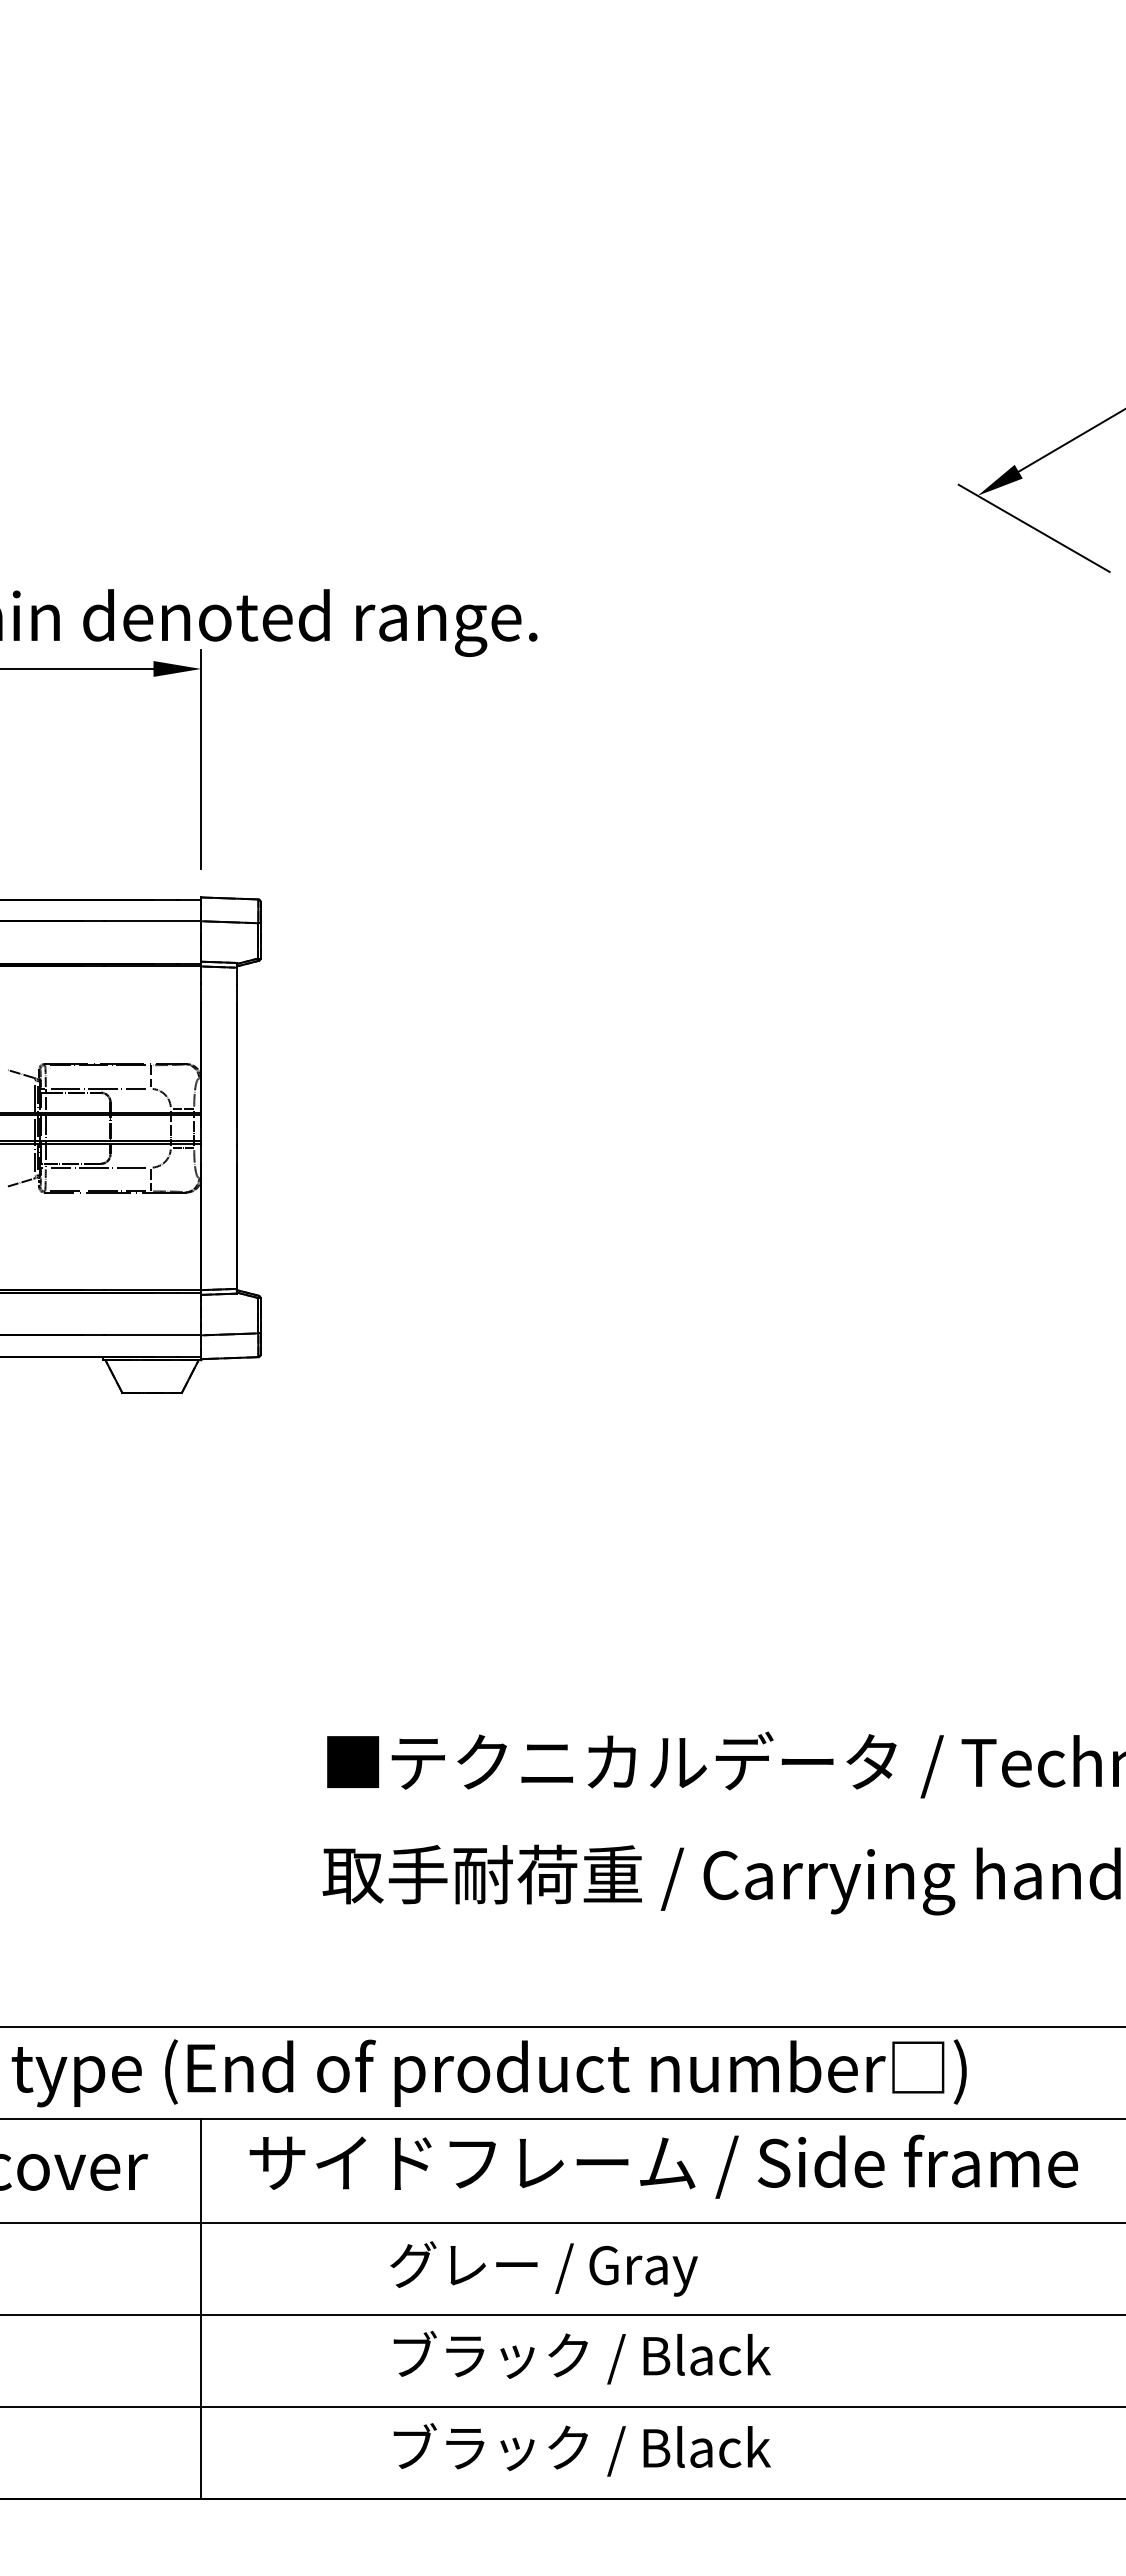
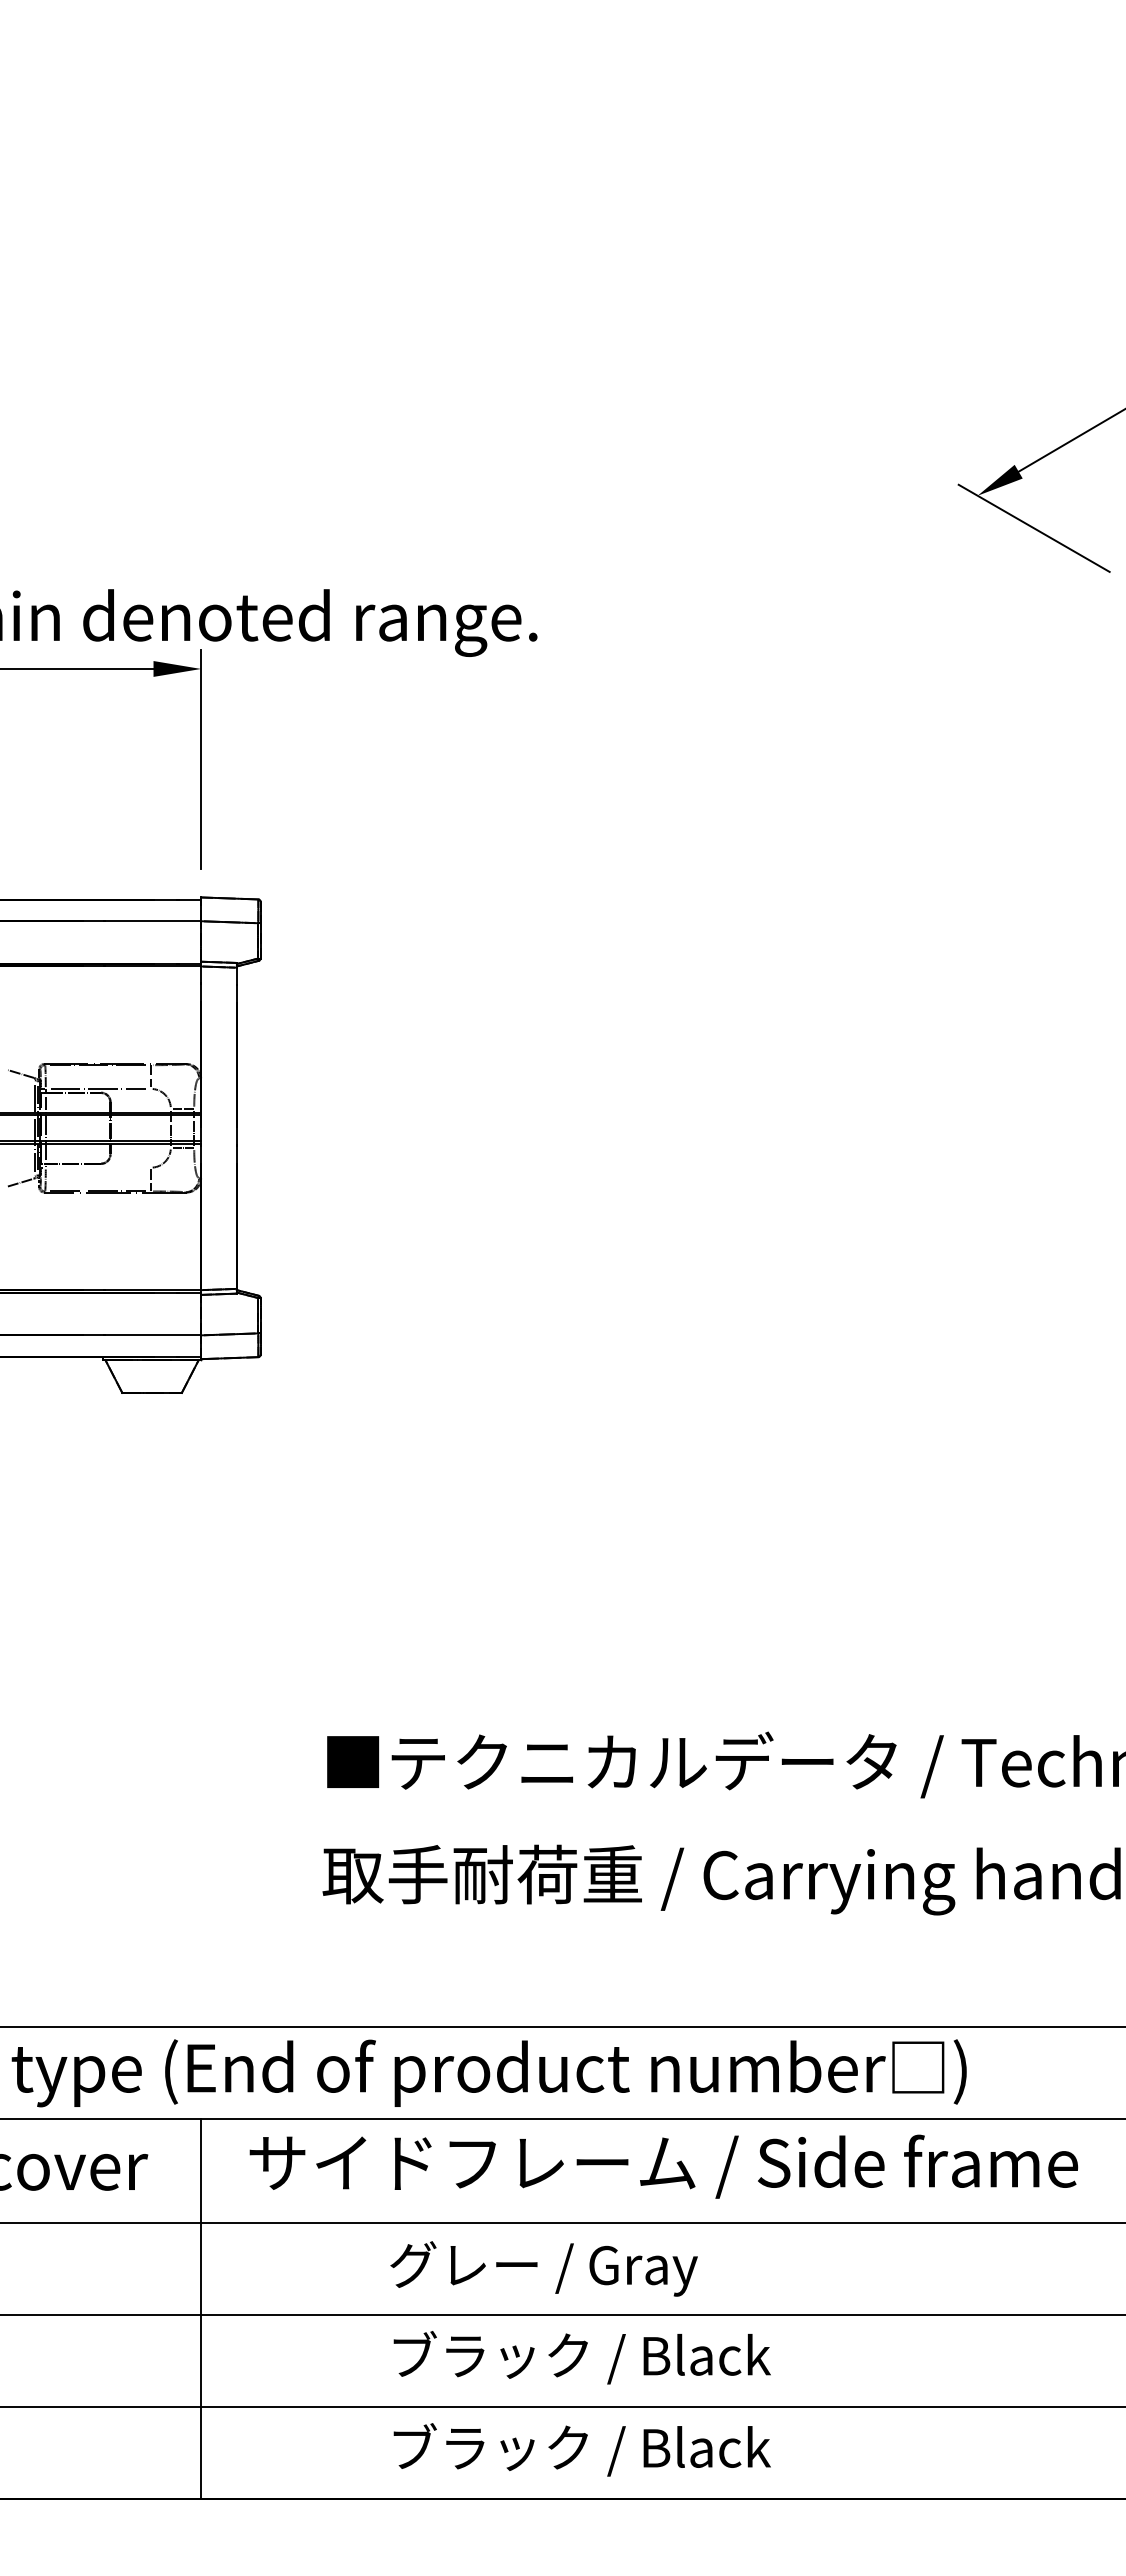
line at (98, 1167): present -> none
